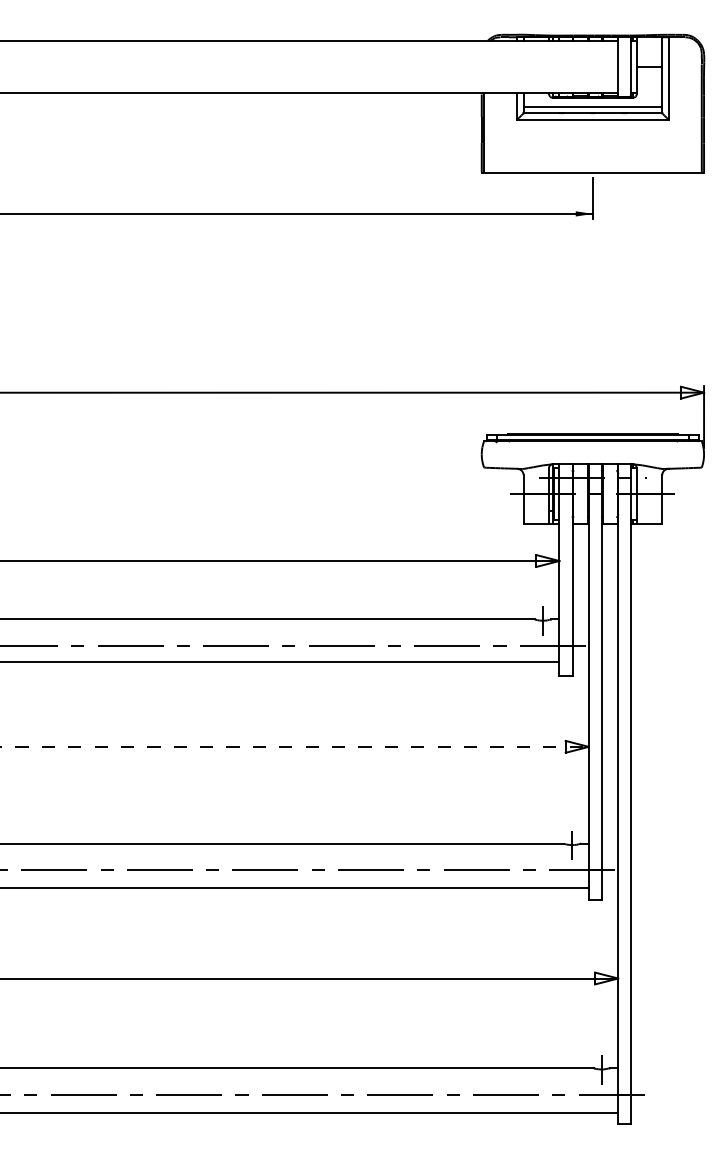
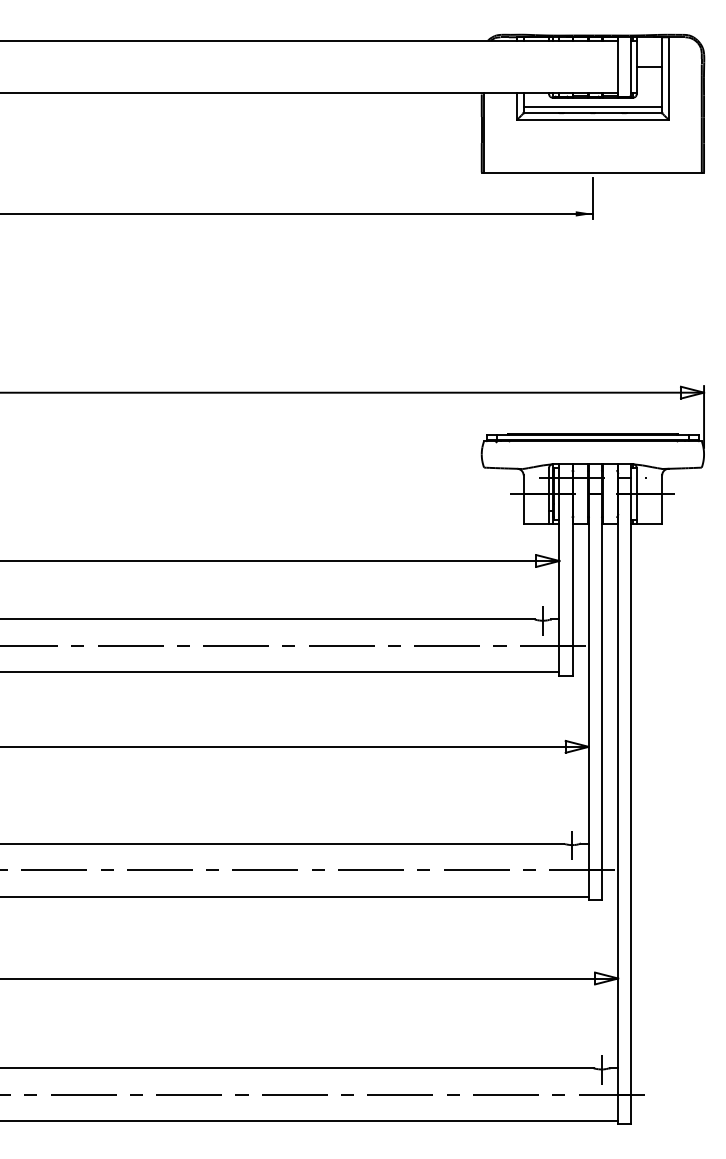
line at (280, 662) position: (280, 662) -> (280, 672)
line at (294, 746): dashed -> solid
line at (295, 887) position: (295, 887) -> (295, 896)
line at (310, 1112) position: (310, 1112) -> (310, 1120)
